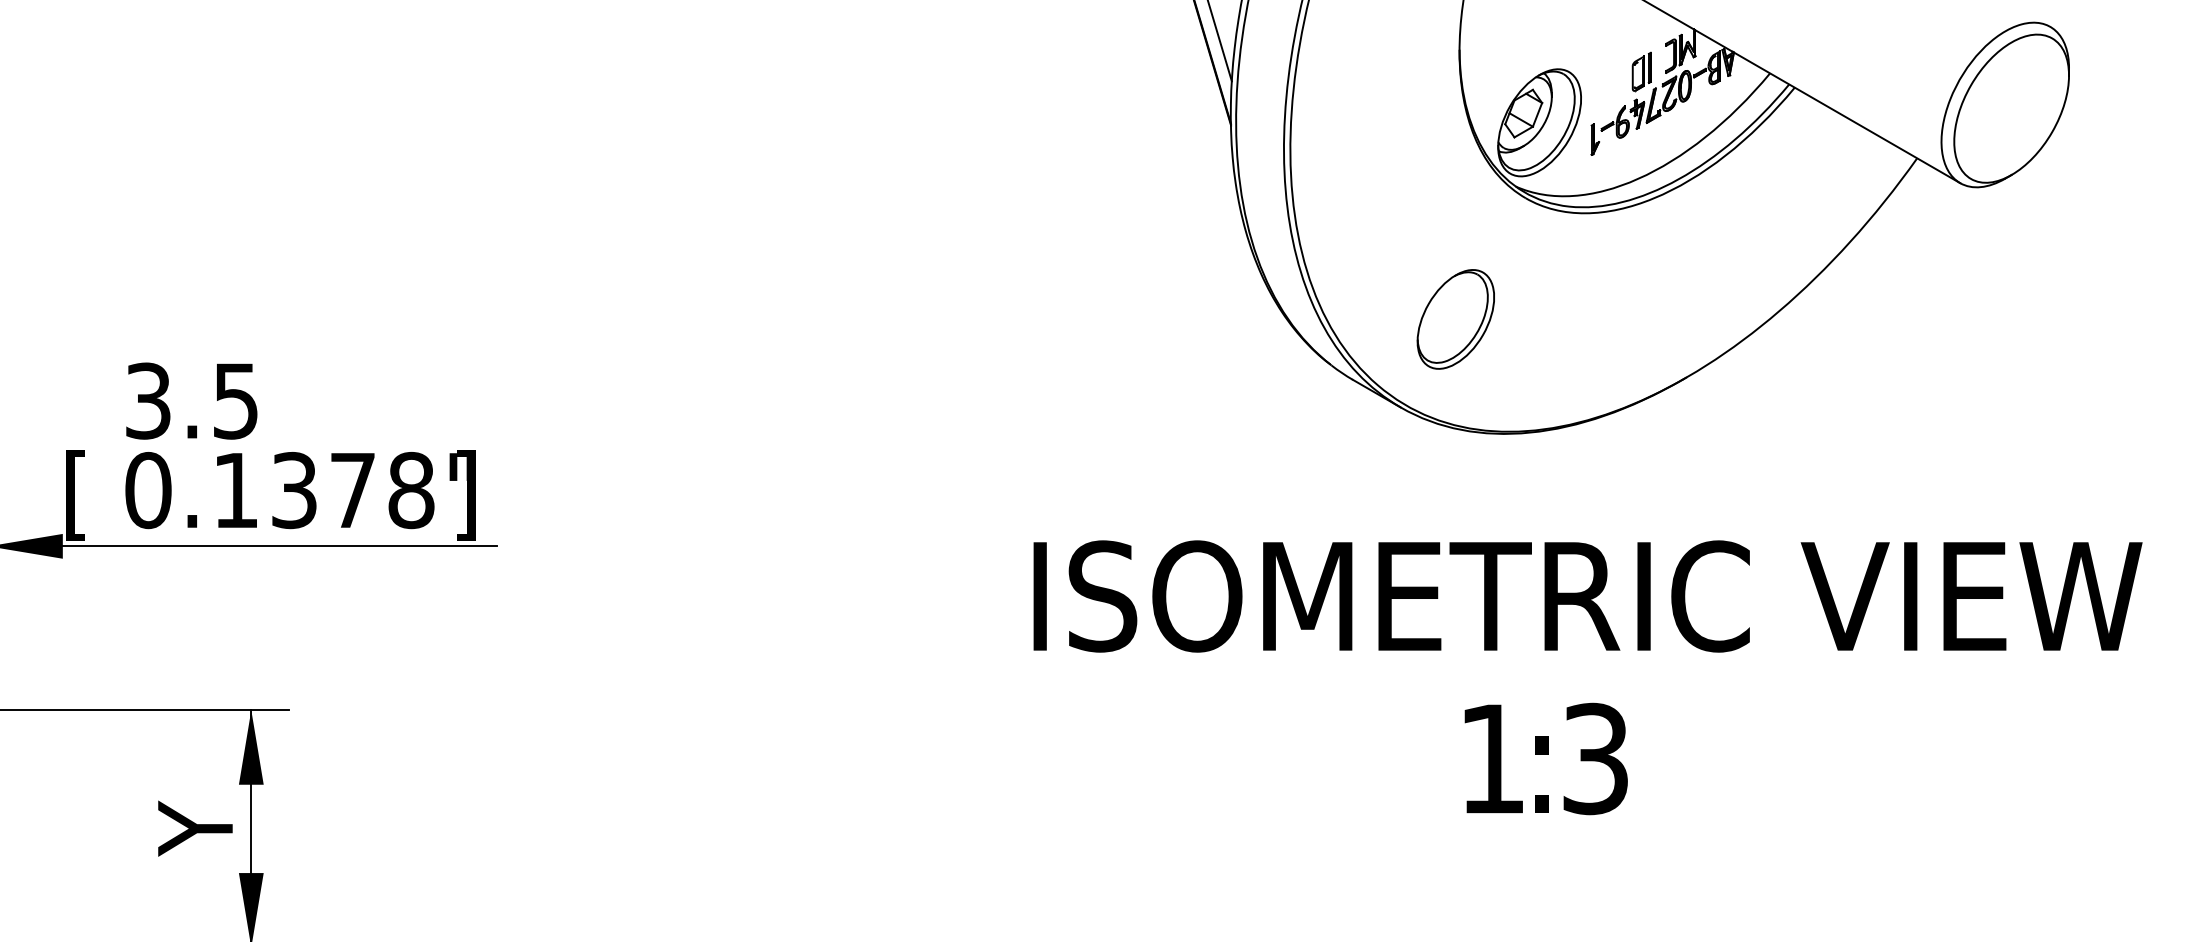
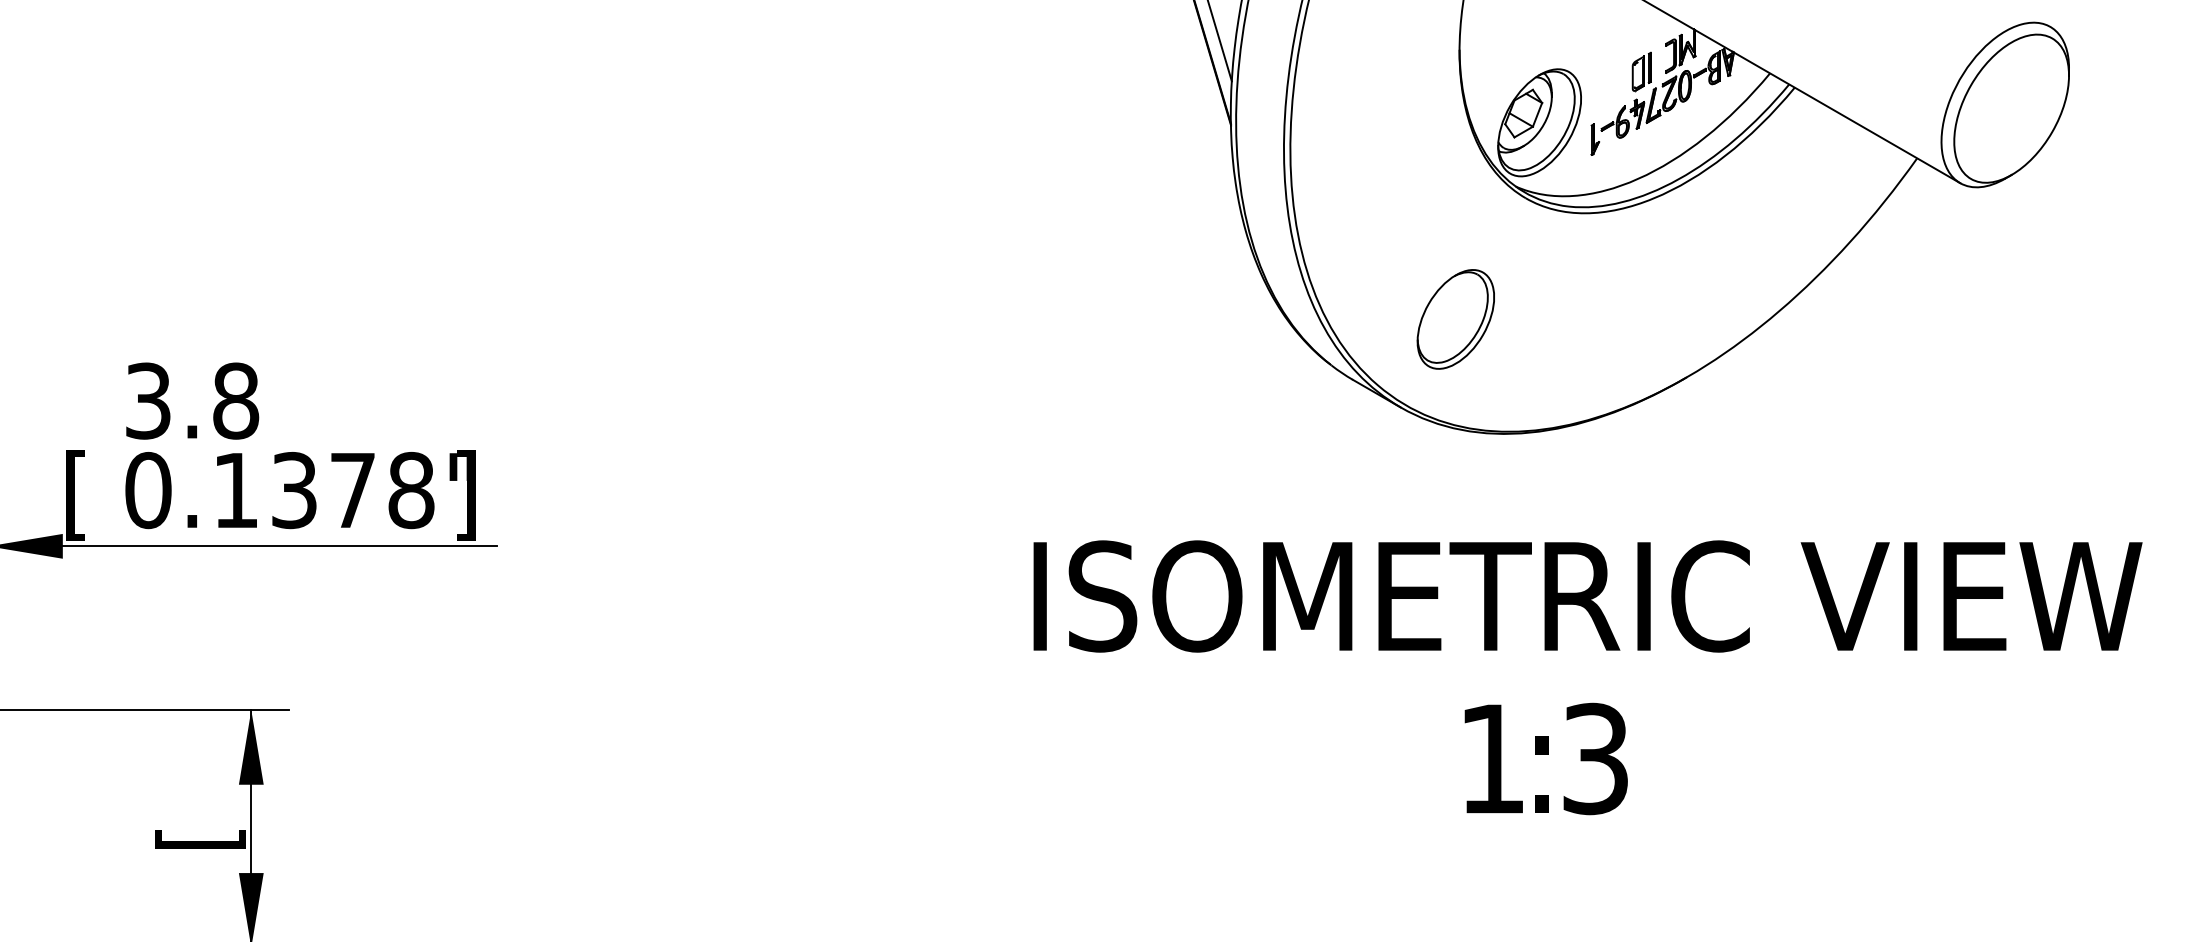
text at (236, 400): 3.5 -> 3.8
text at (200, 828): Y -> [
